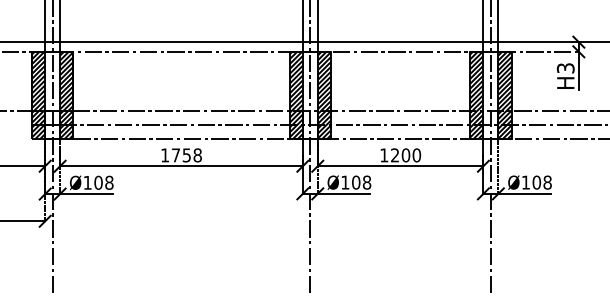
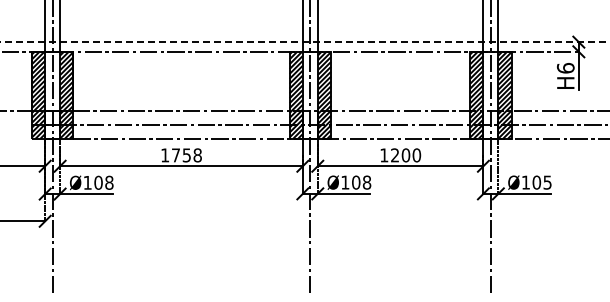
line at (305, 42): solid -> dashed
text at (565, 68): H3 -> H6
text at (547, 182): Ø108 -> Ø105
